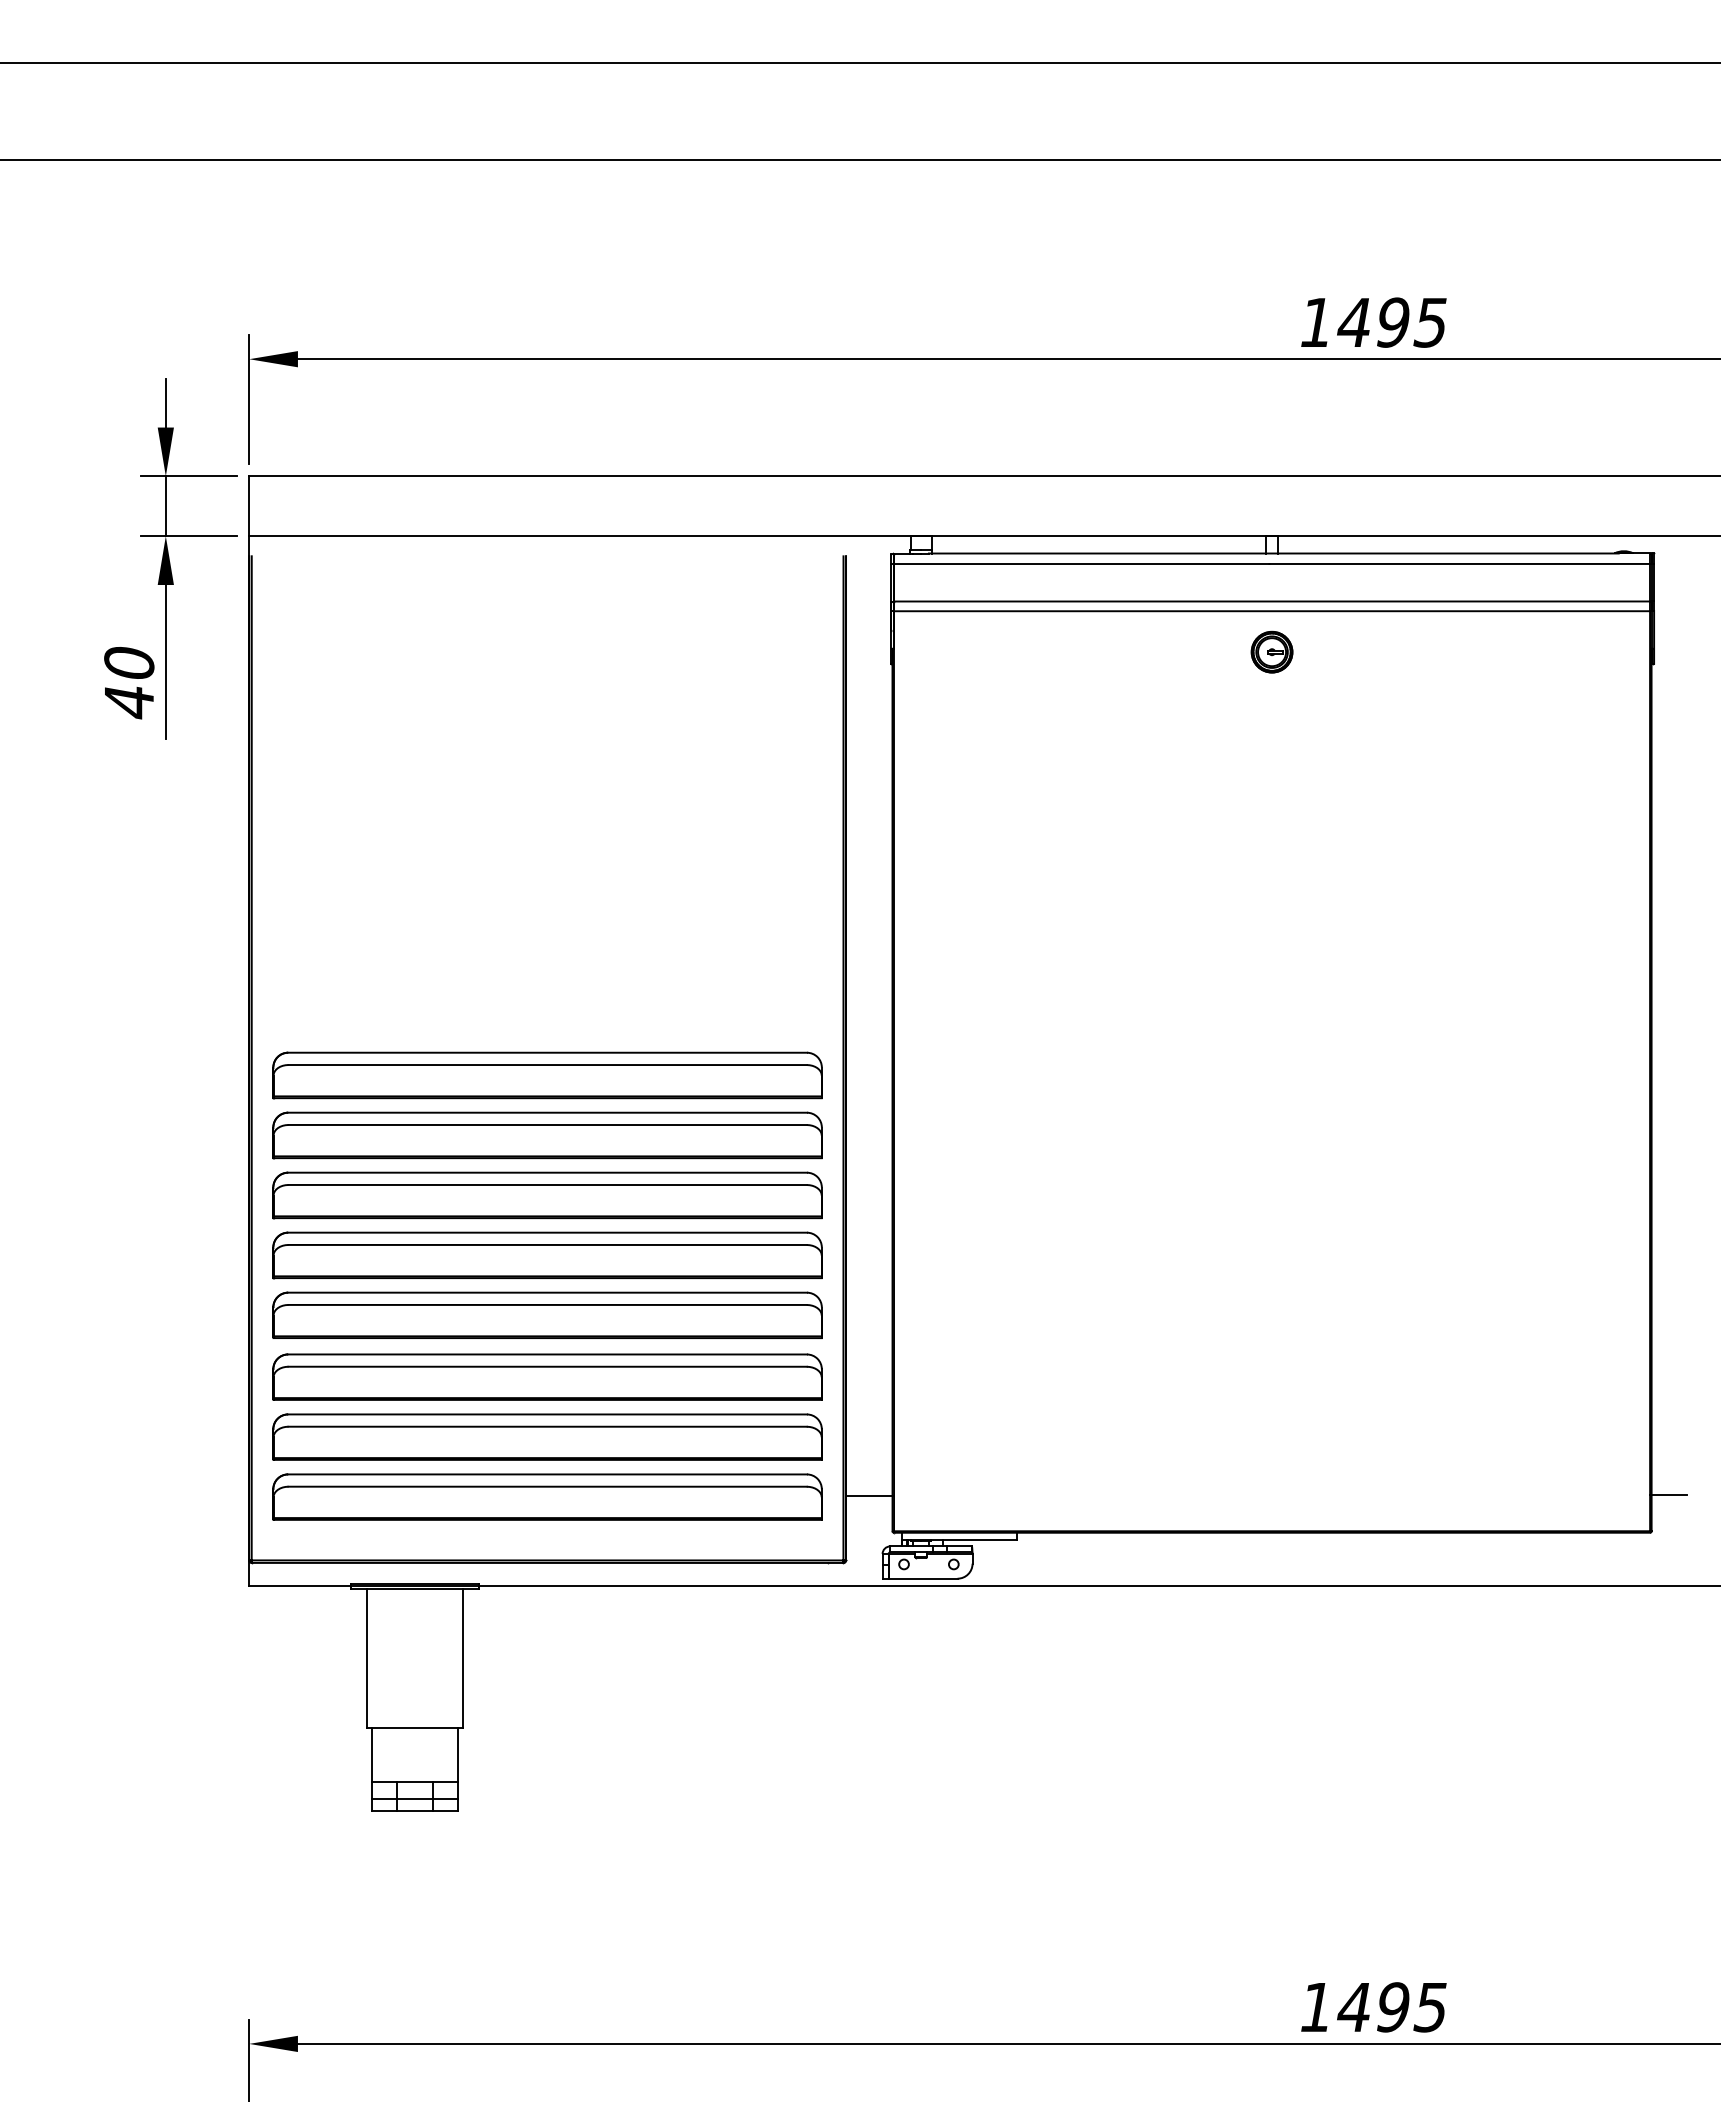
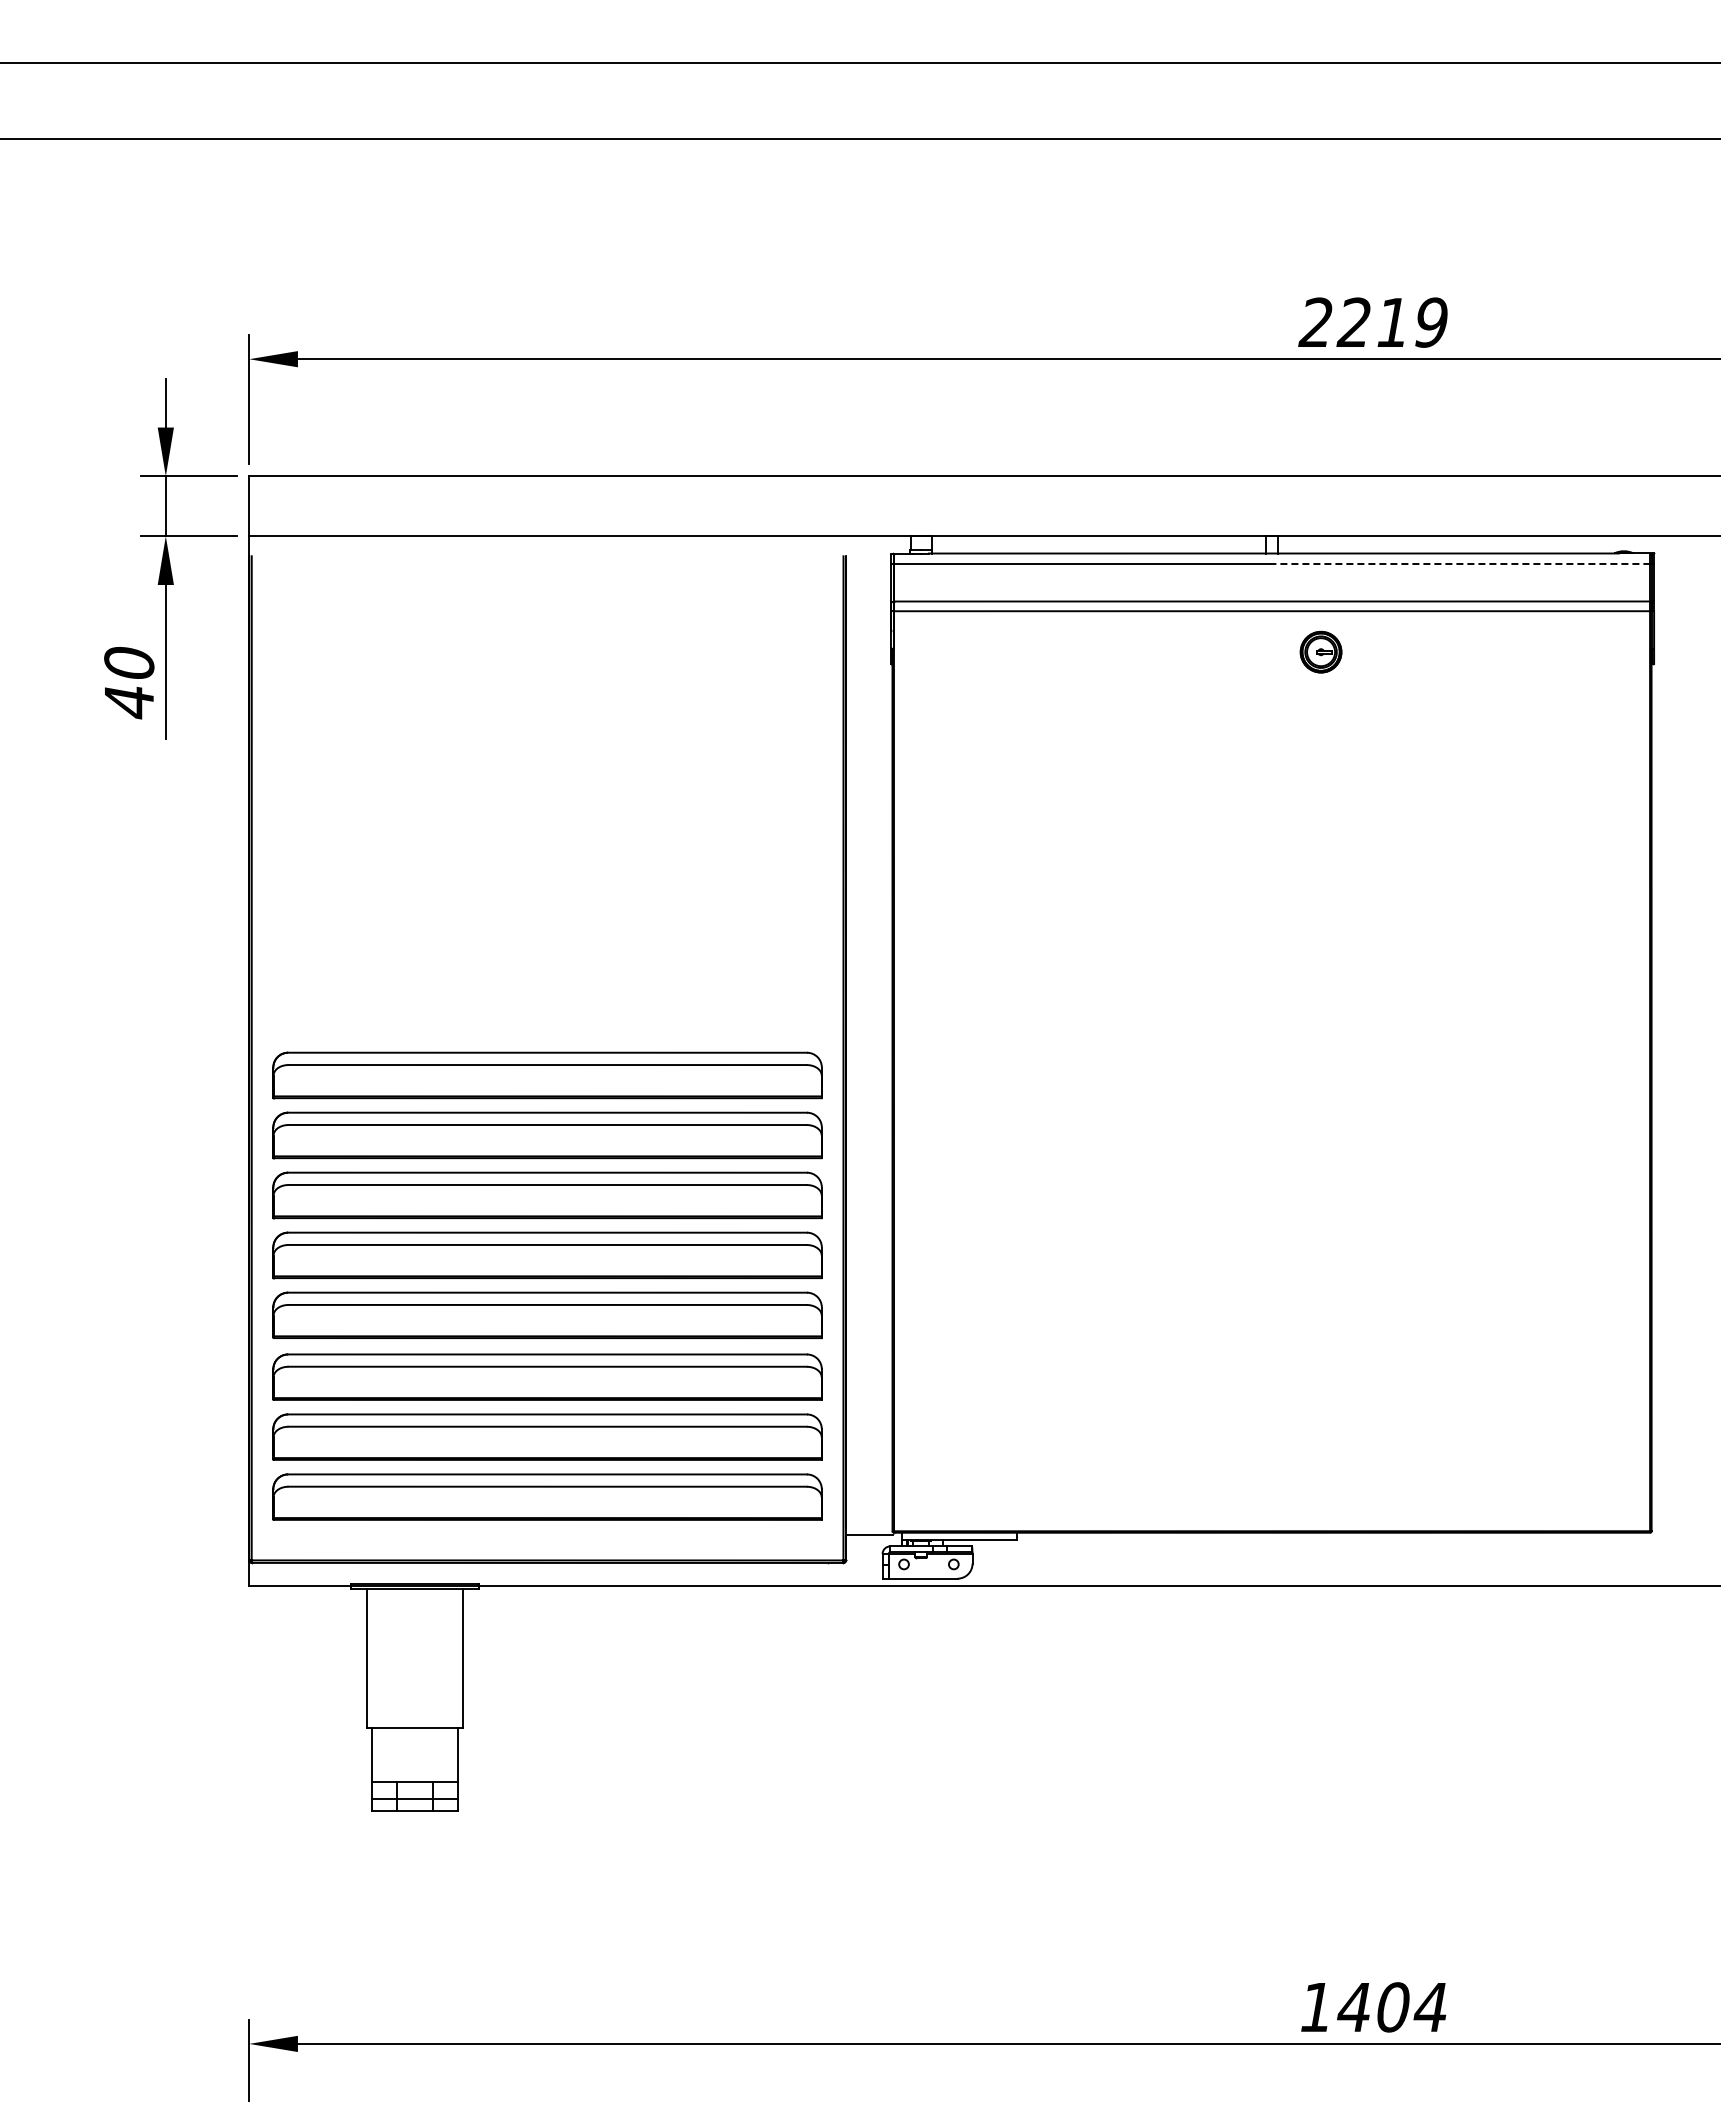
line at (859, 160) position: (859, 160) -> (859, 139)
text at (1372, 322): 1495 -> 2219
line at (1460, 563): solid -> dashed
part at (1271, 651) position: (1271, 651) -> (1320, 651)
line at (1668, 1495): present -> none
line at (868, 1496) position: (868, 1496) -> (868, 1535)
text at (1411, 2007): 1495 -> 1404
